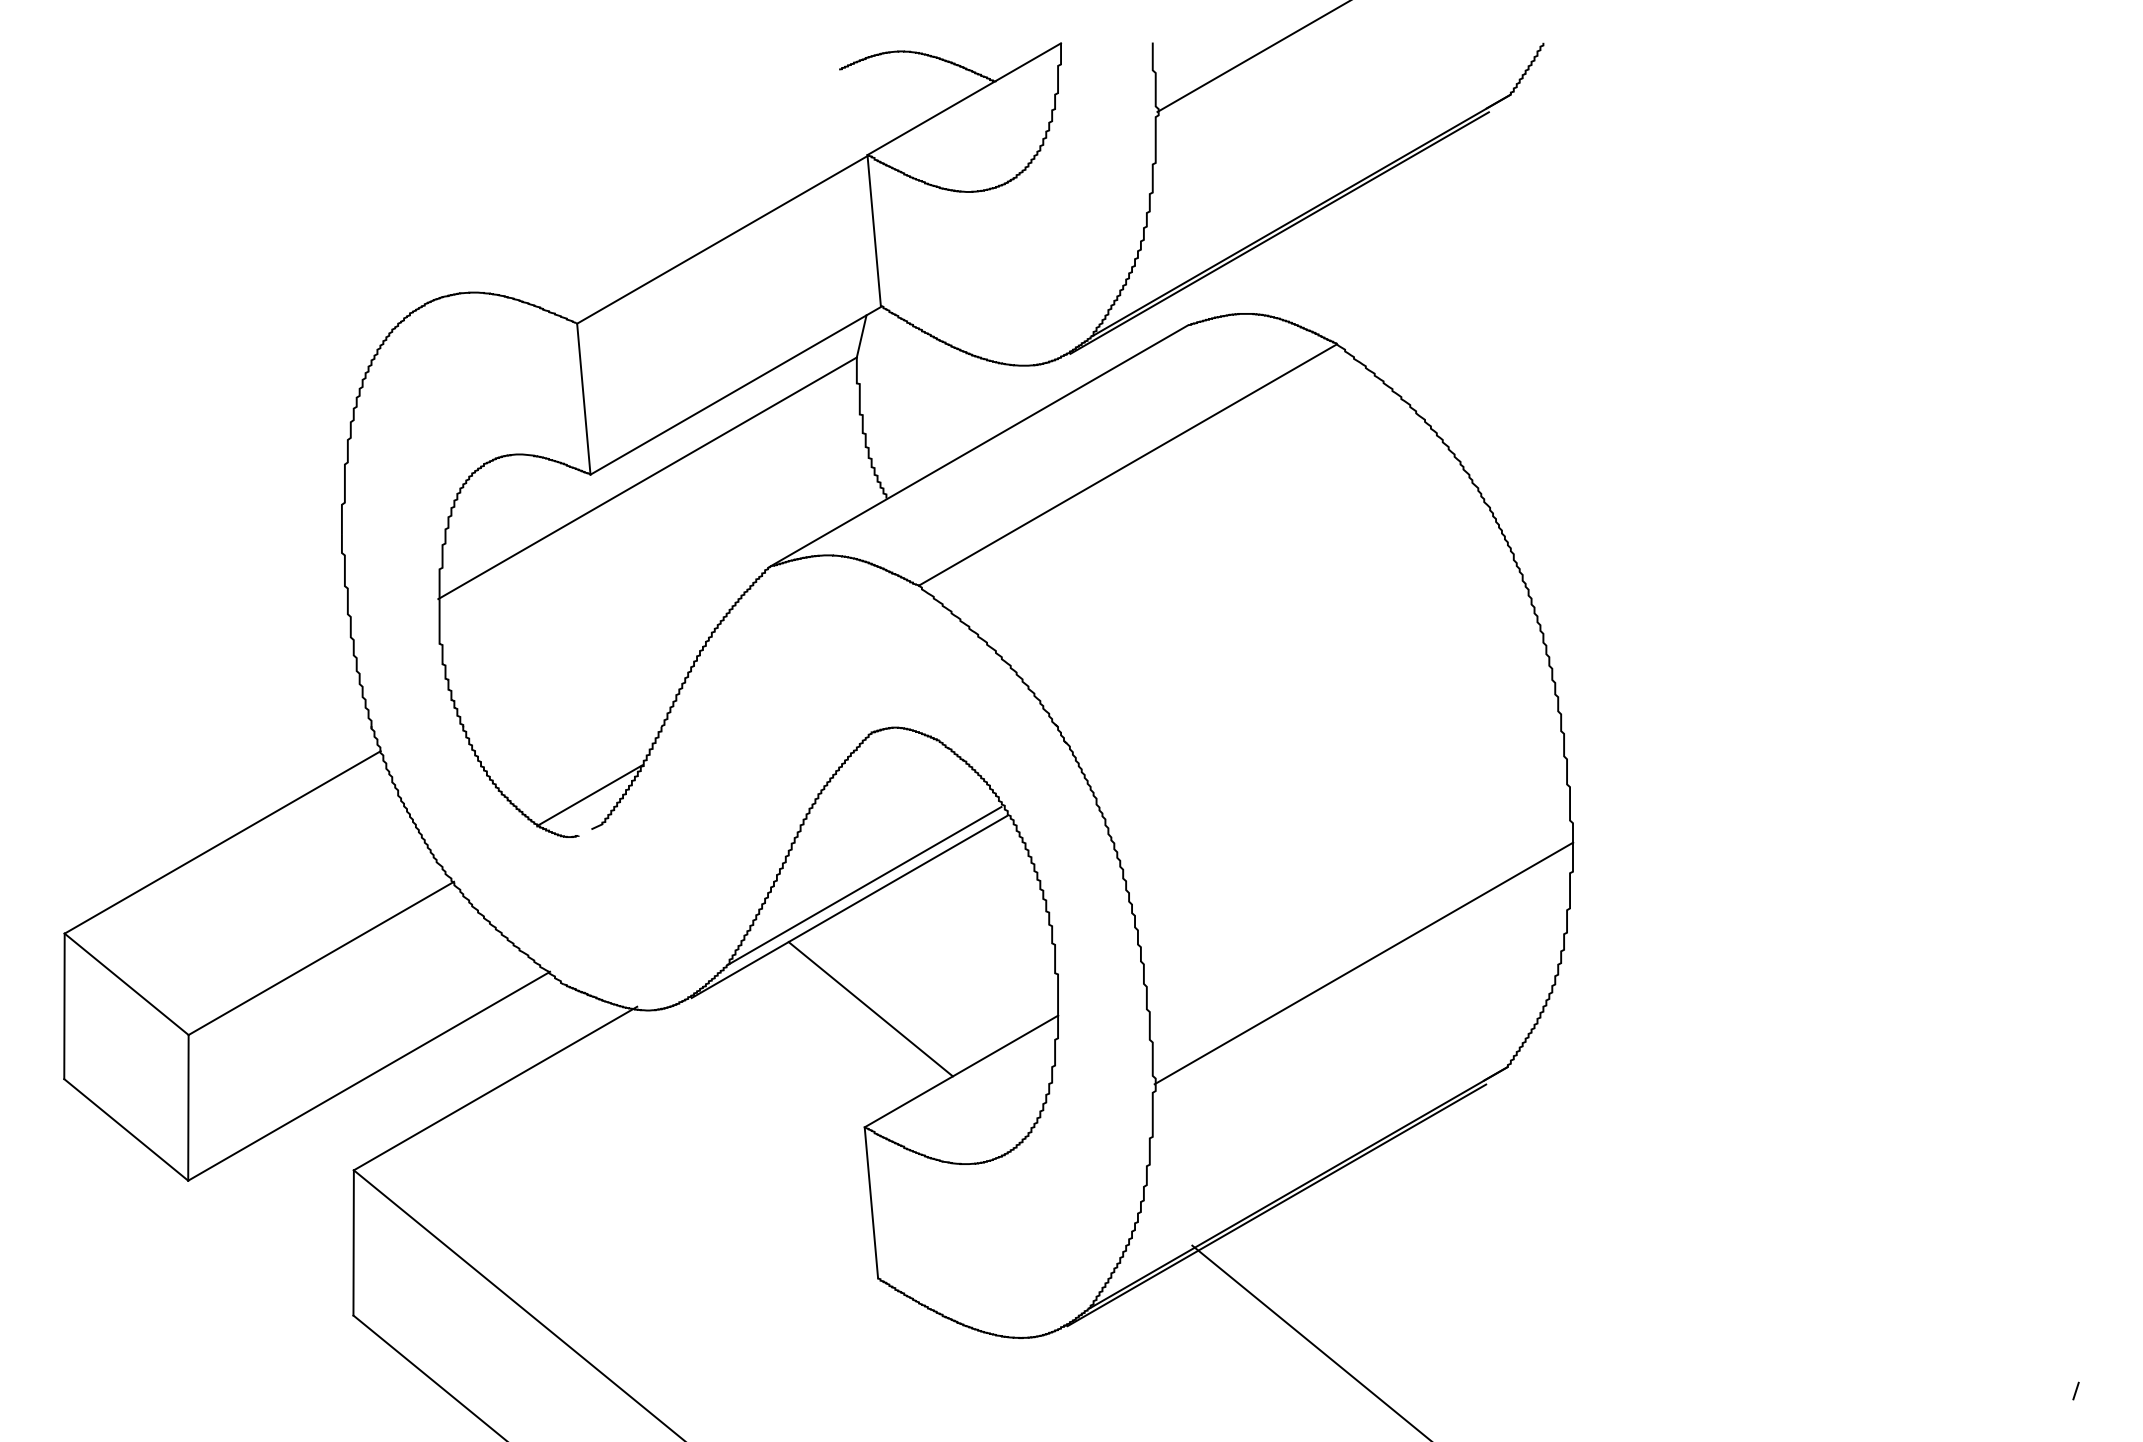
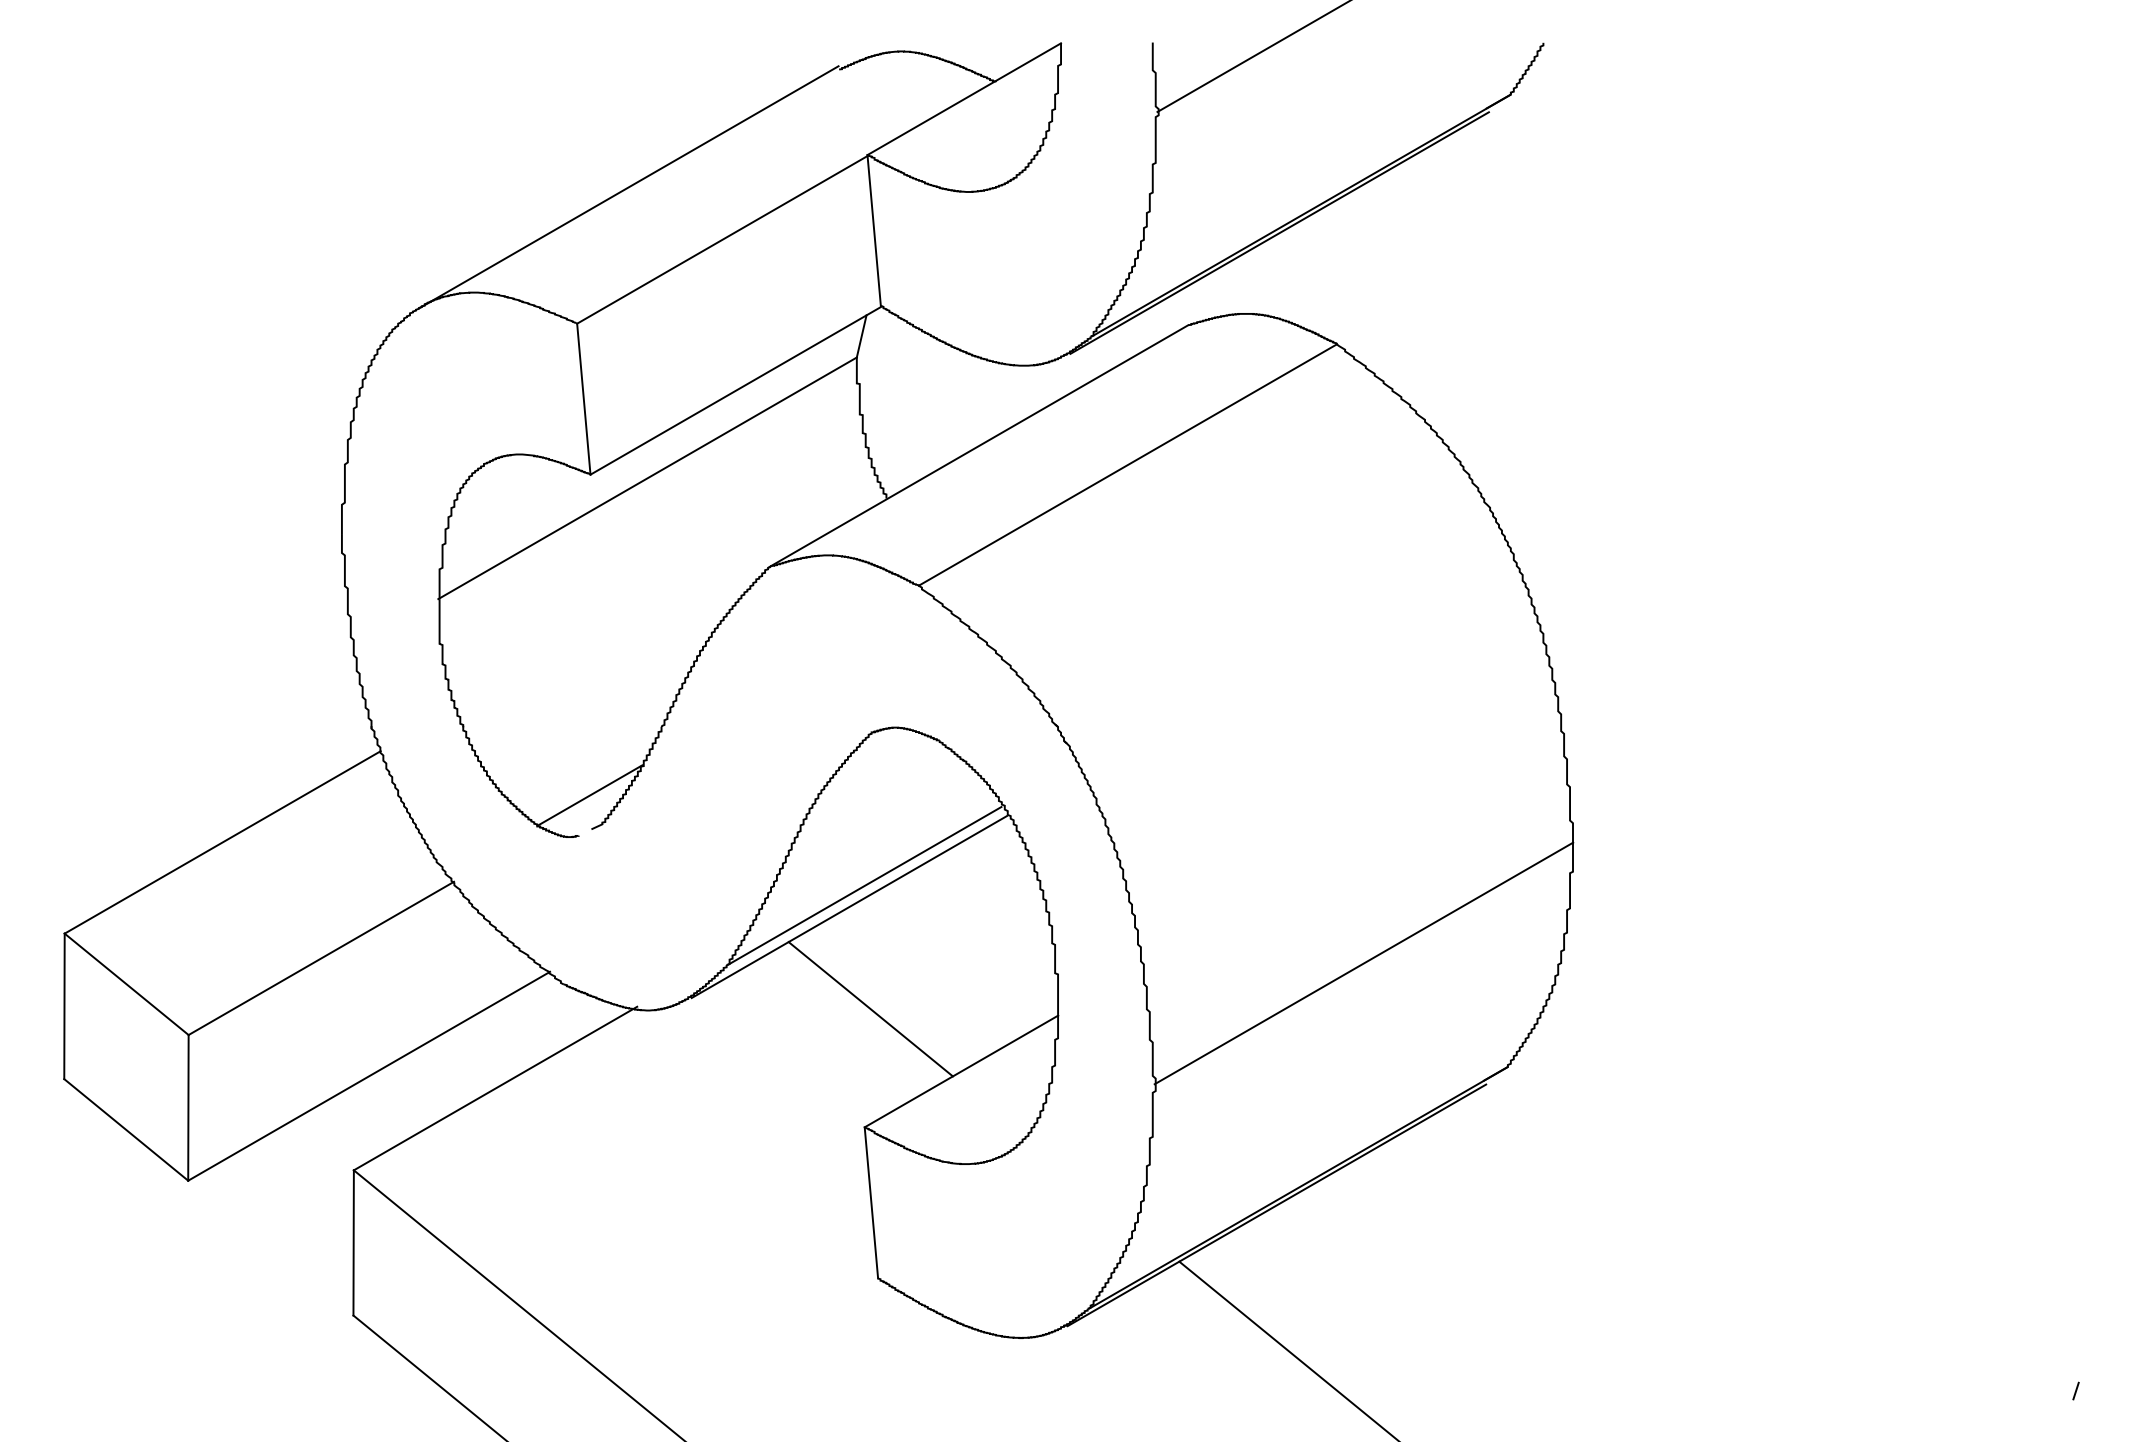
line at (629, 186): none -> present
line at (1310, 1341) position: (1310, 1341) -> (1287, 1349)
